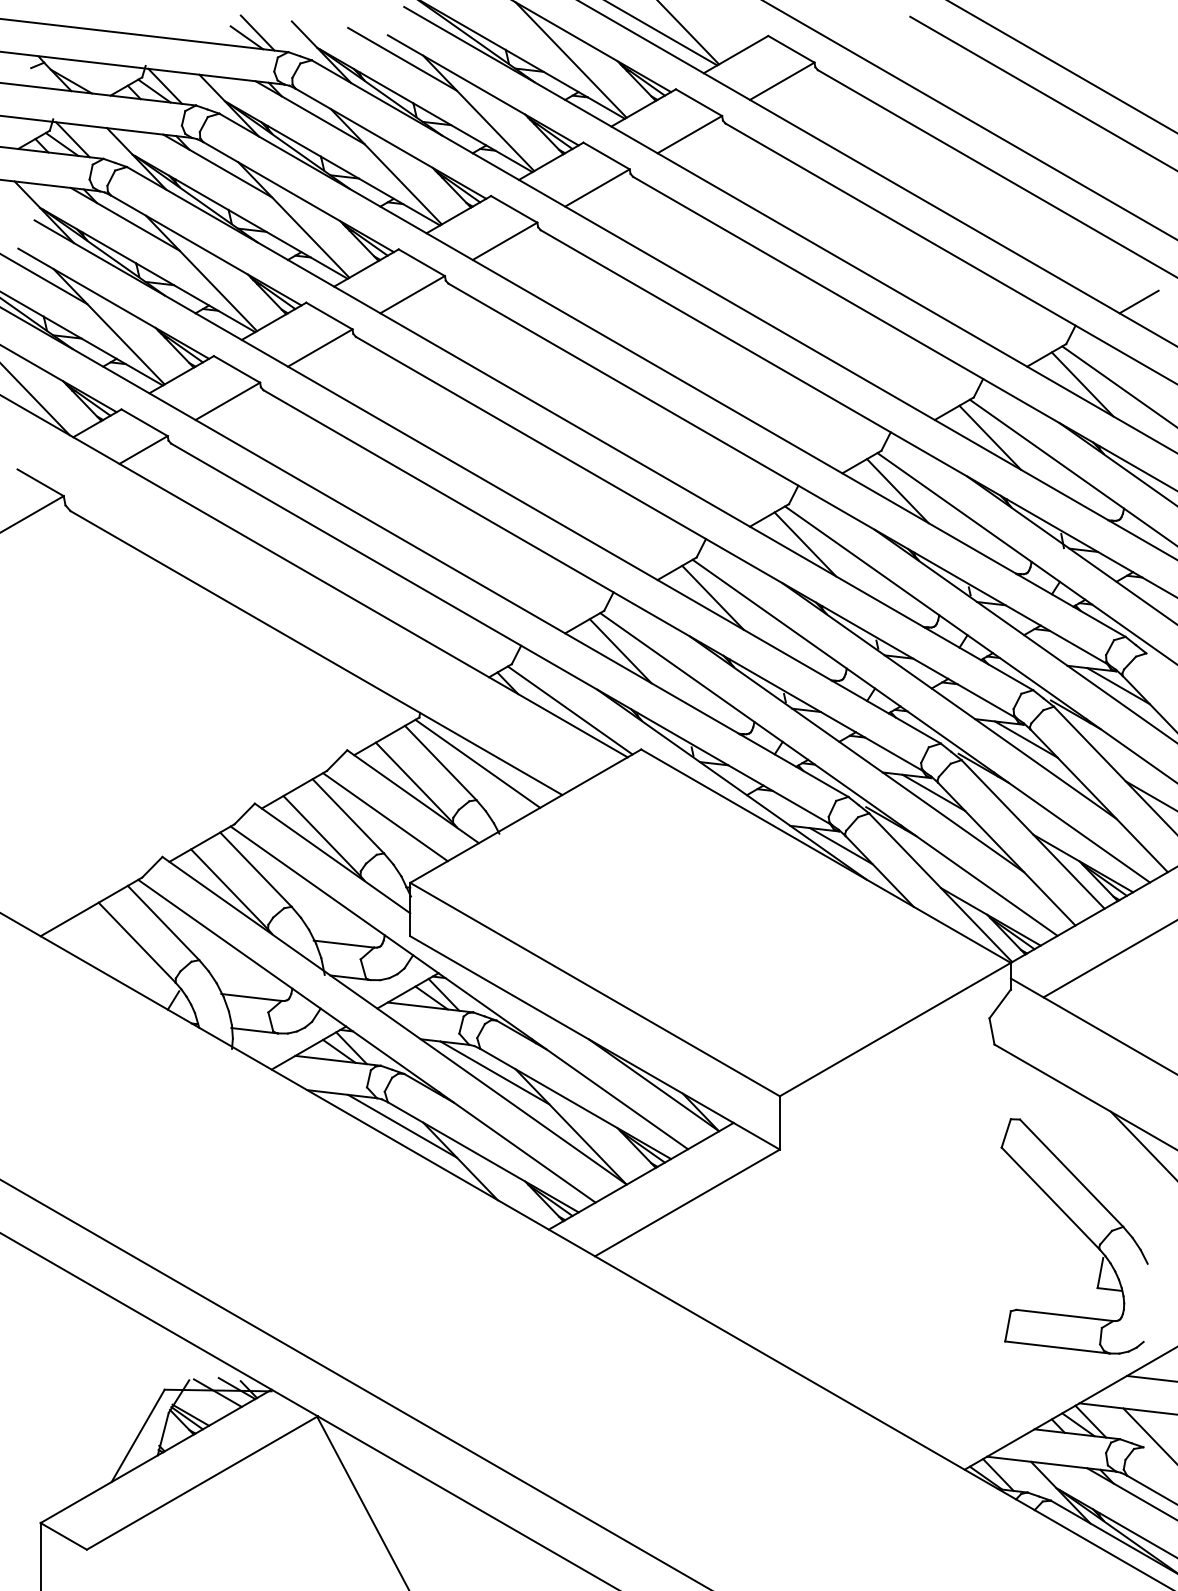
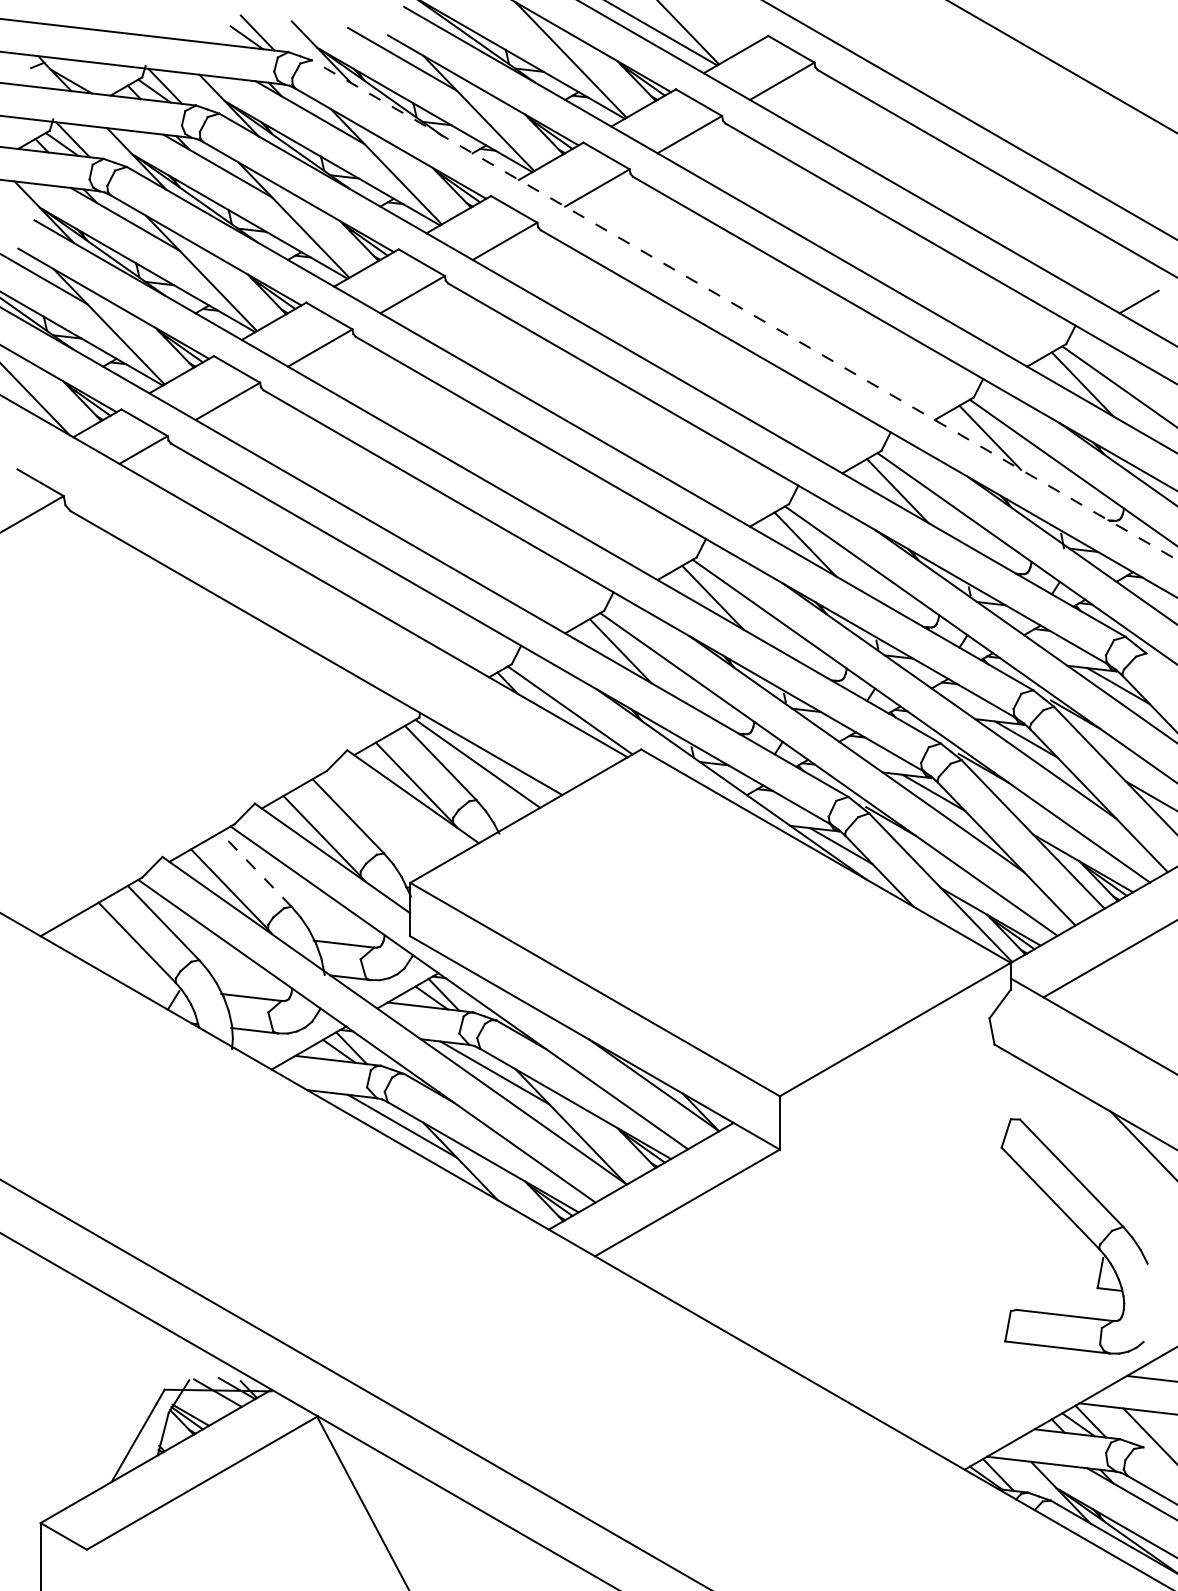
line at (1042, 92): present -> none
line at (744, 310): solid -> dashed
line at (385, 817): present -> none
line at (255, 869): solid -> dashed
